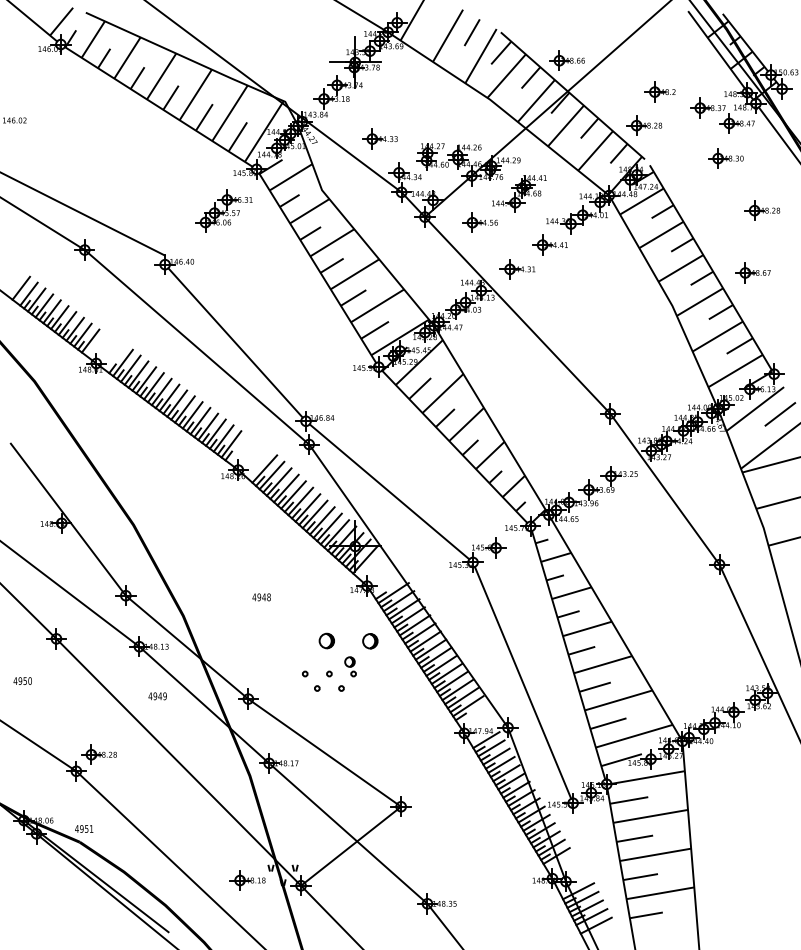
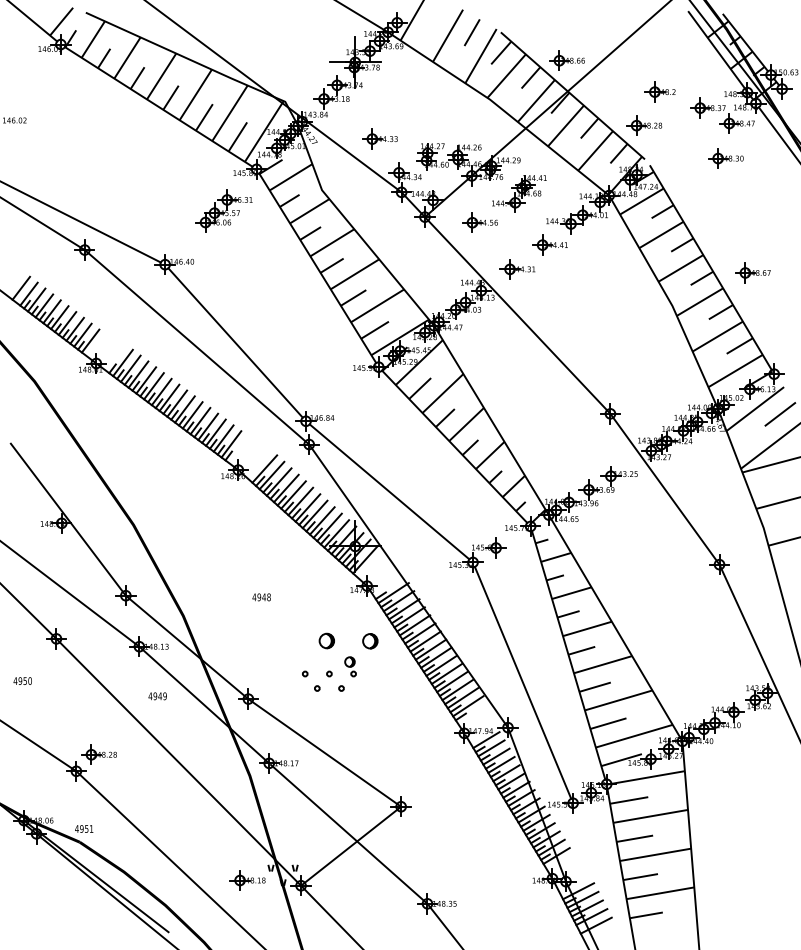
part at (762, 210): present -> none
line at (83, 214) position: (83, 214) -> (81, 222)
